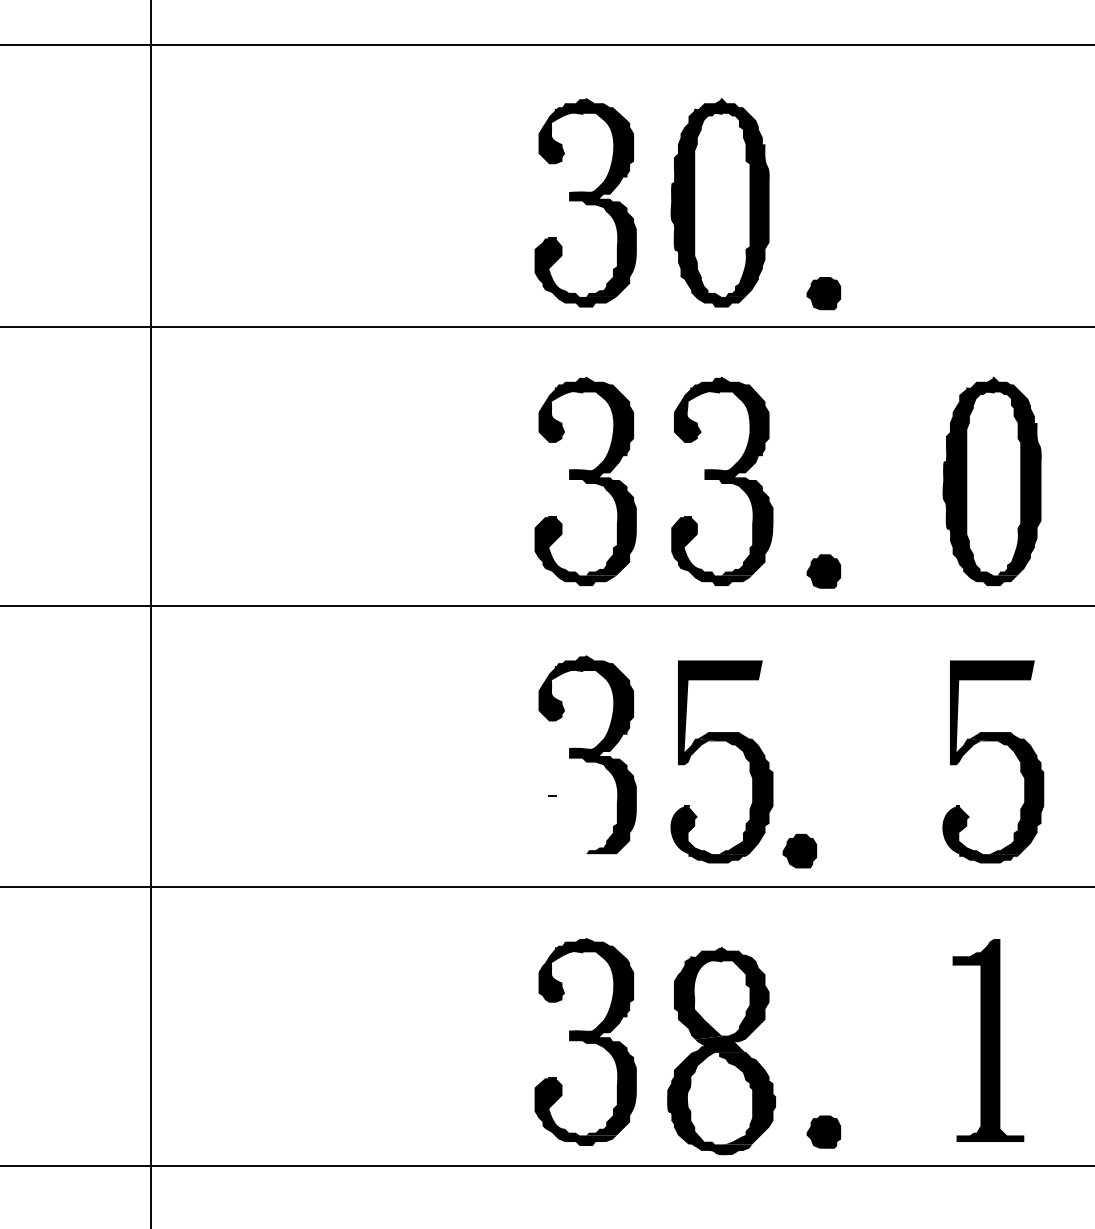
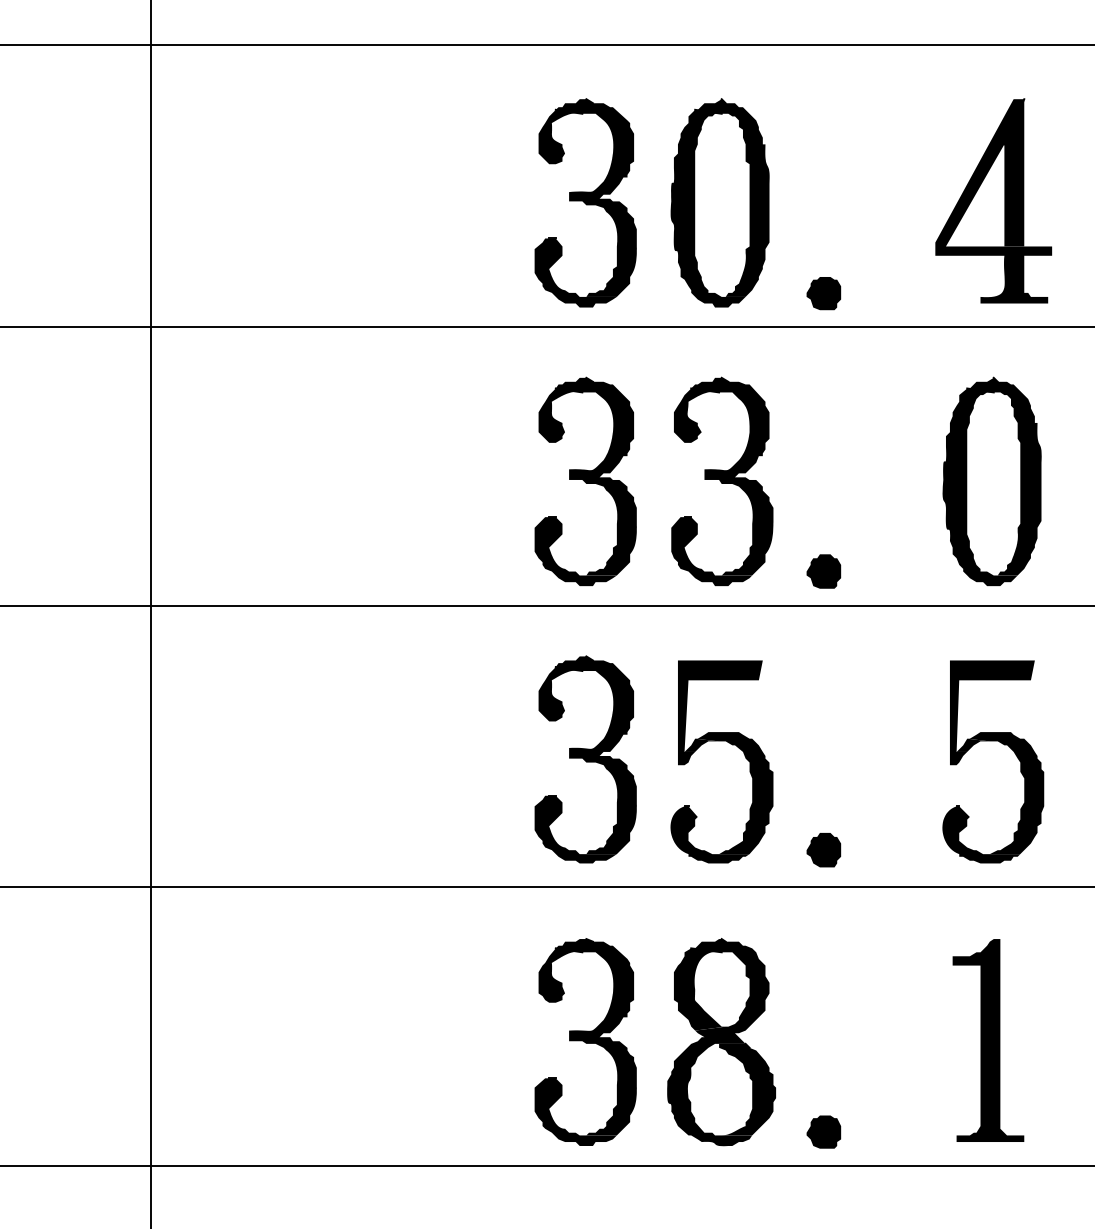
part at (993, 200): none -> present
fill at (575, 829): none -> present
part at (799, 851) position: (799, 851) -> (823, 850)
part at (721, 1051) position: (721, 1051) -> (721, 1042)
